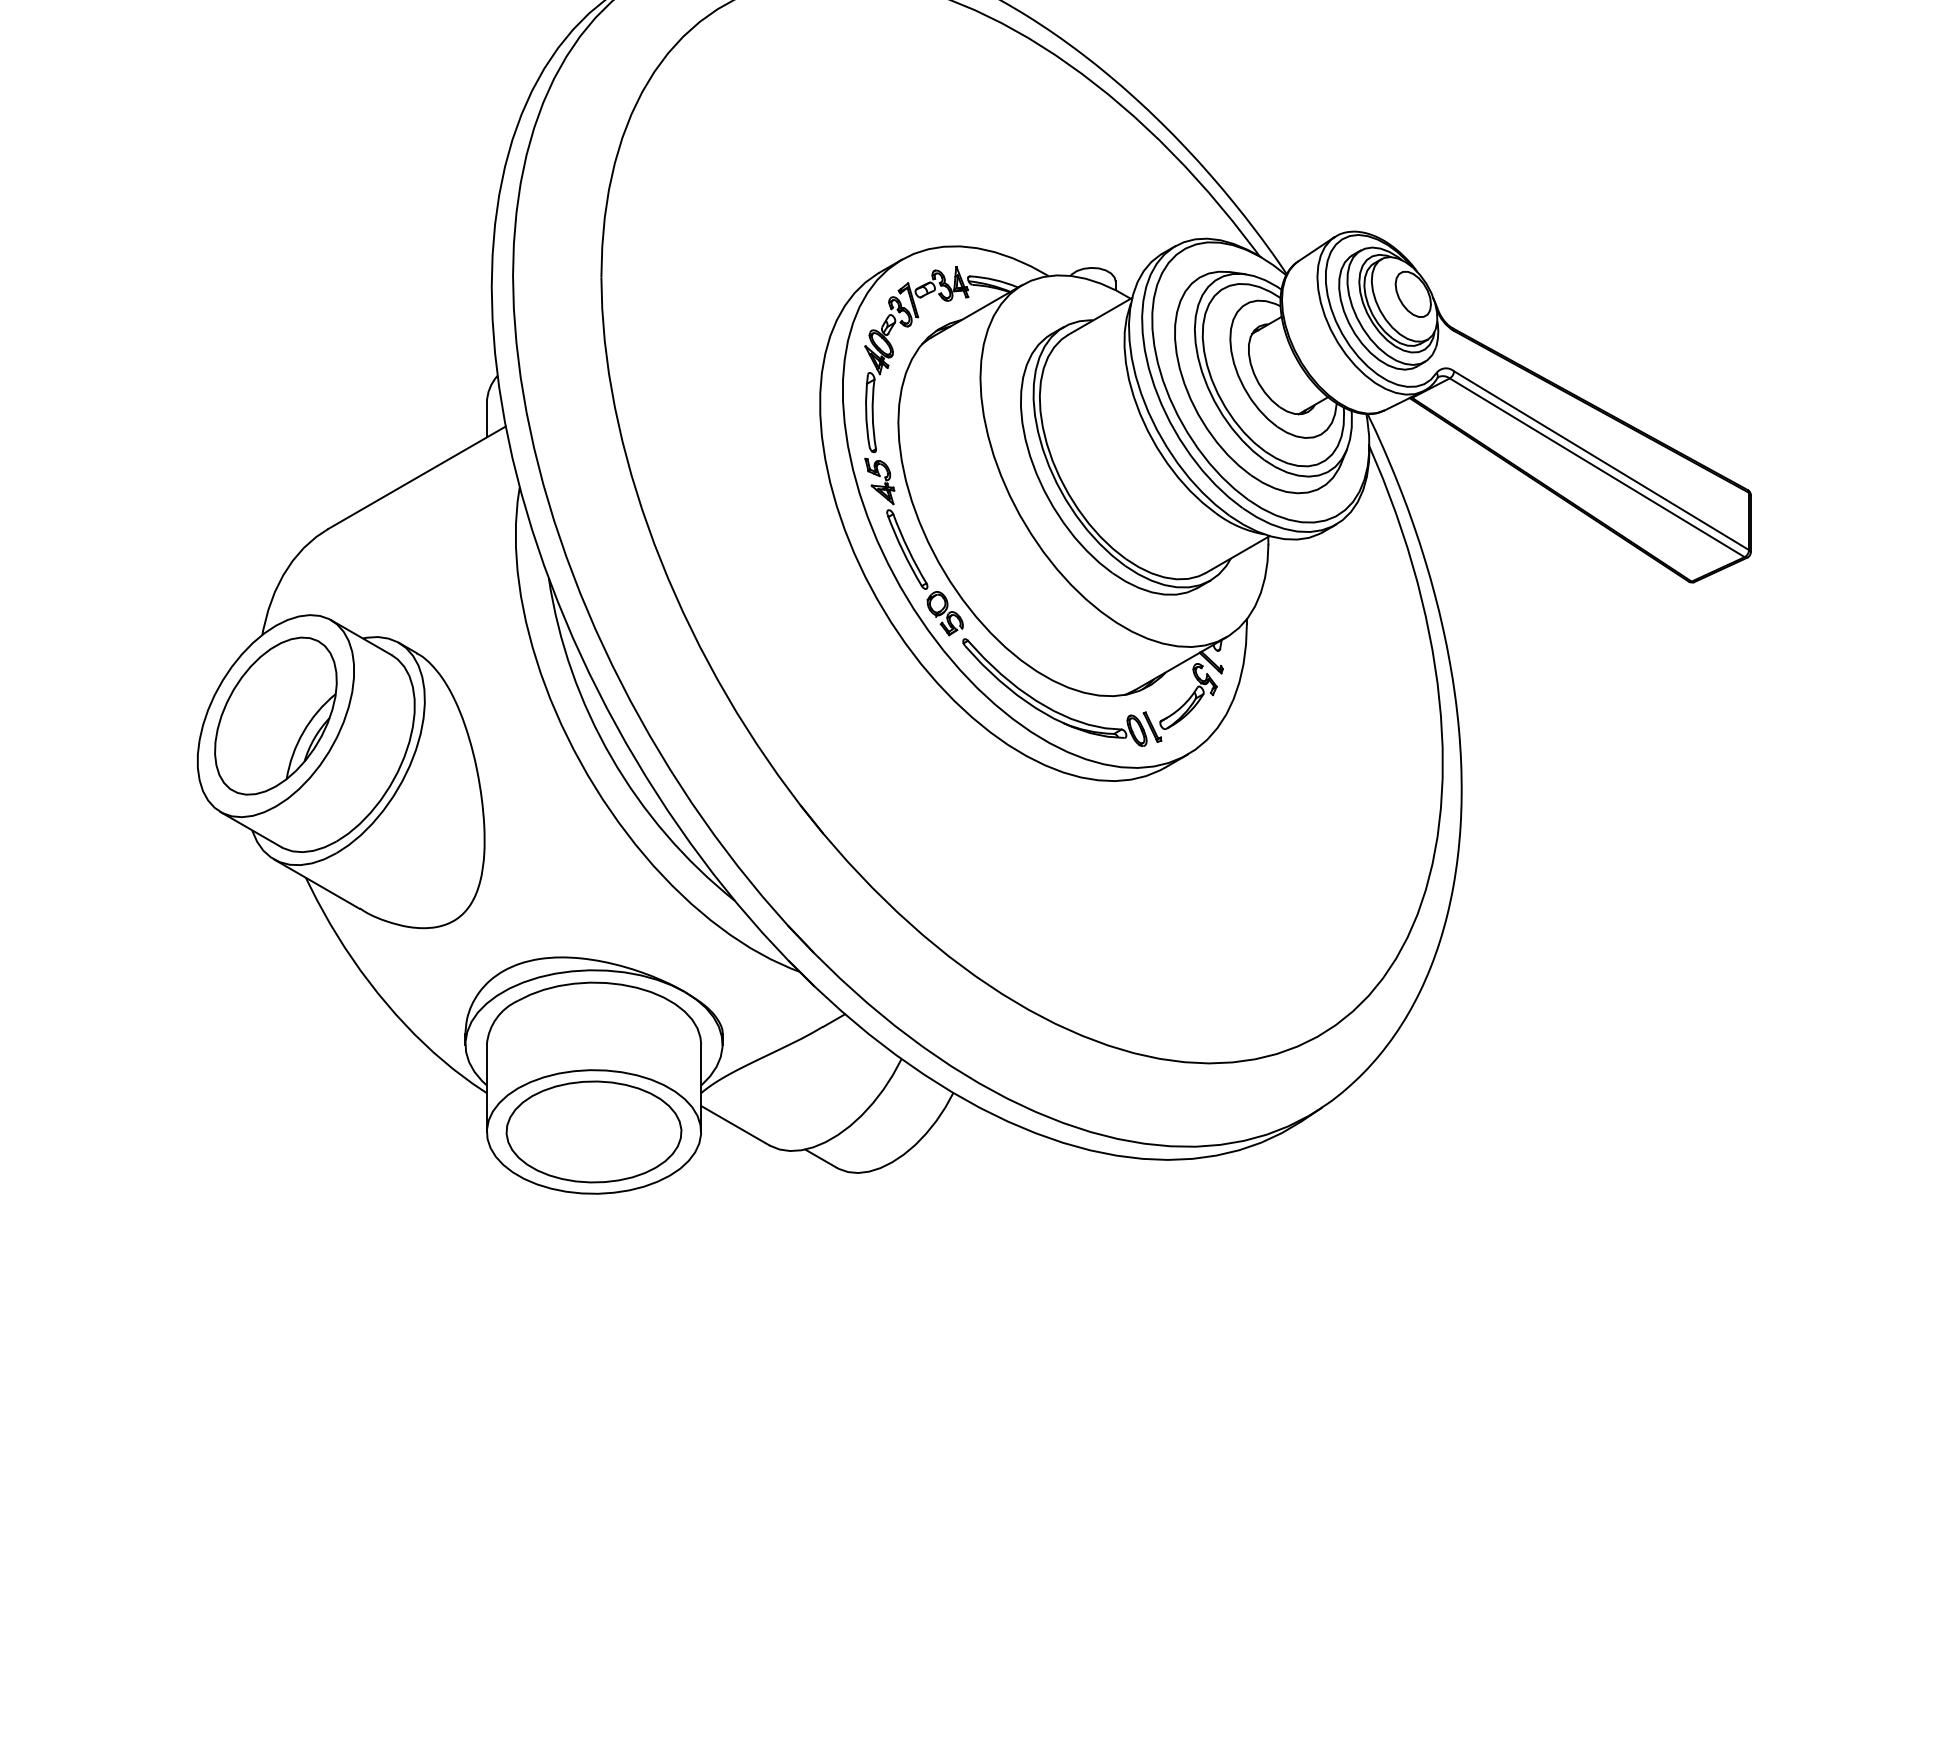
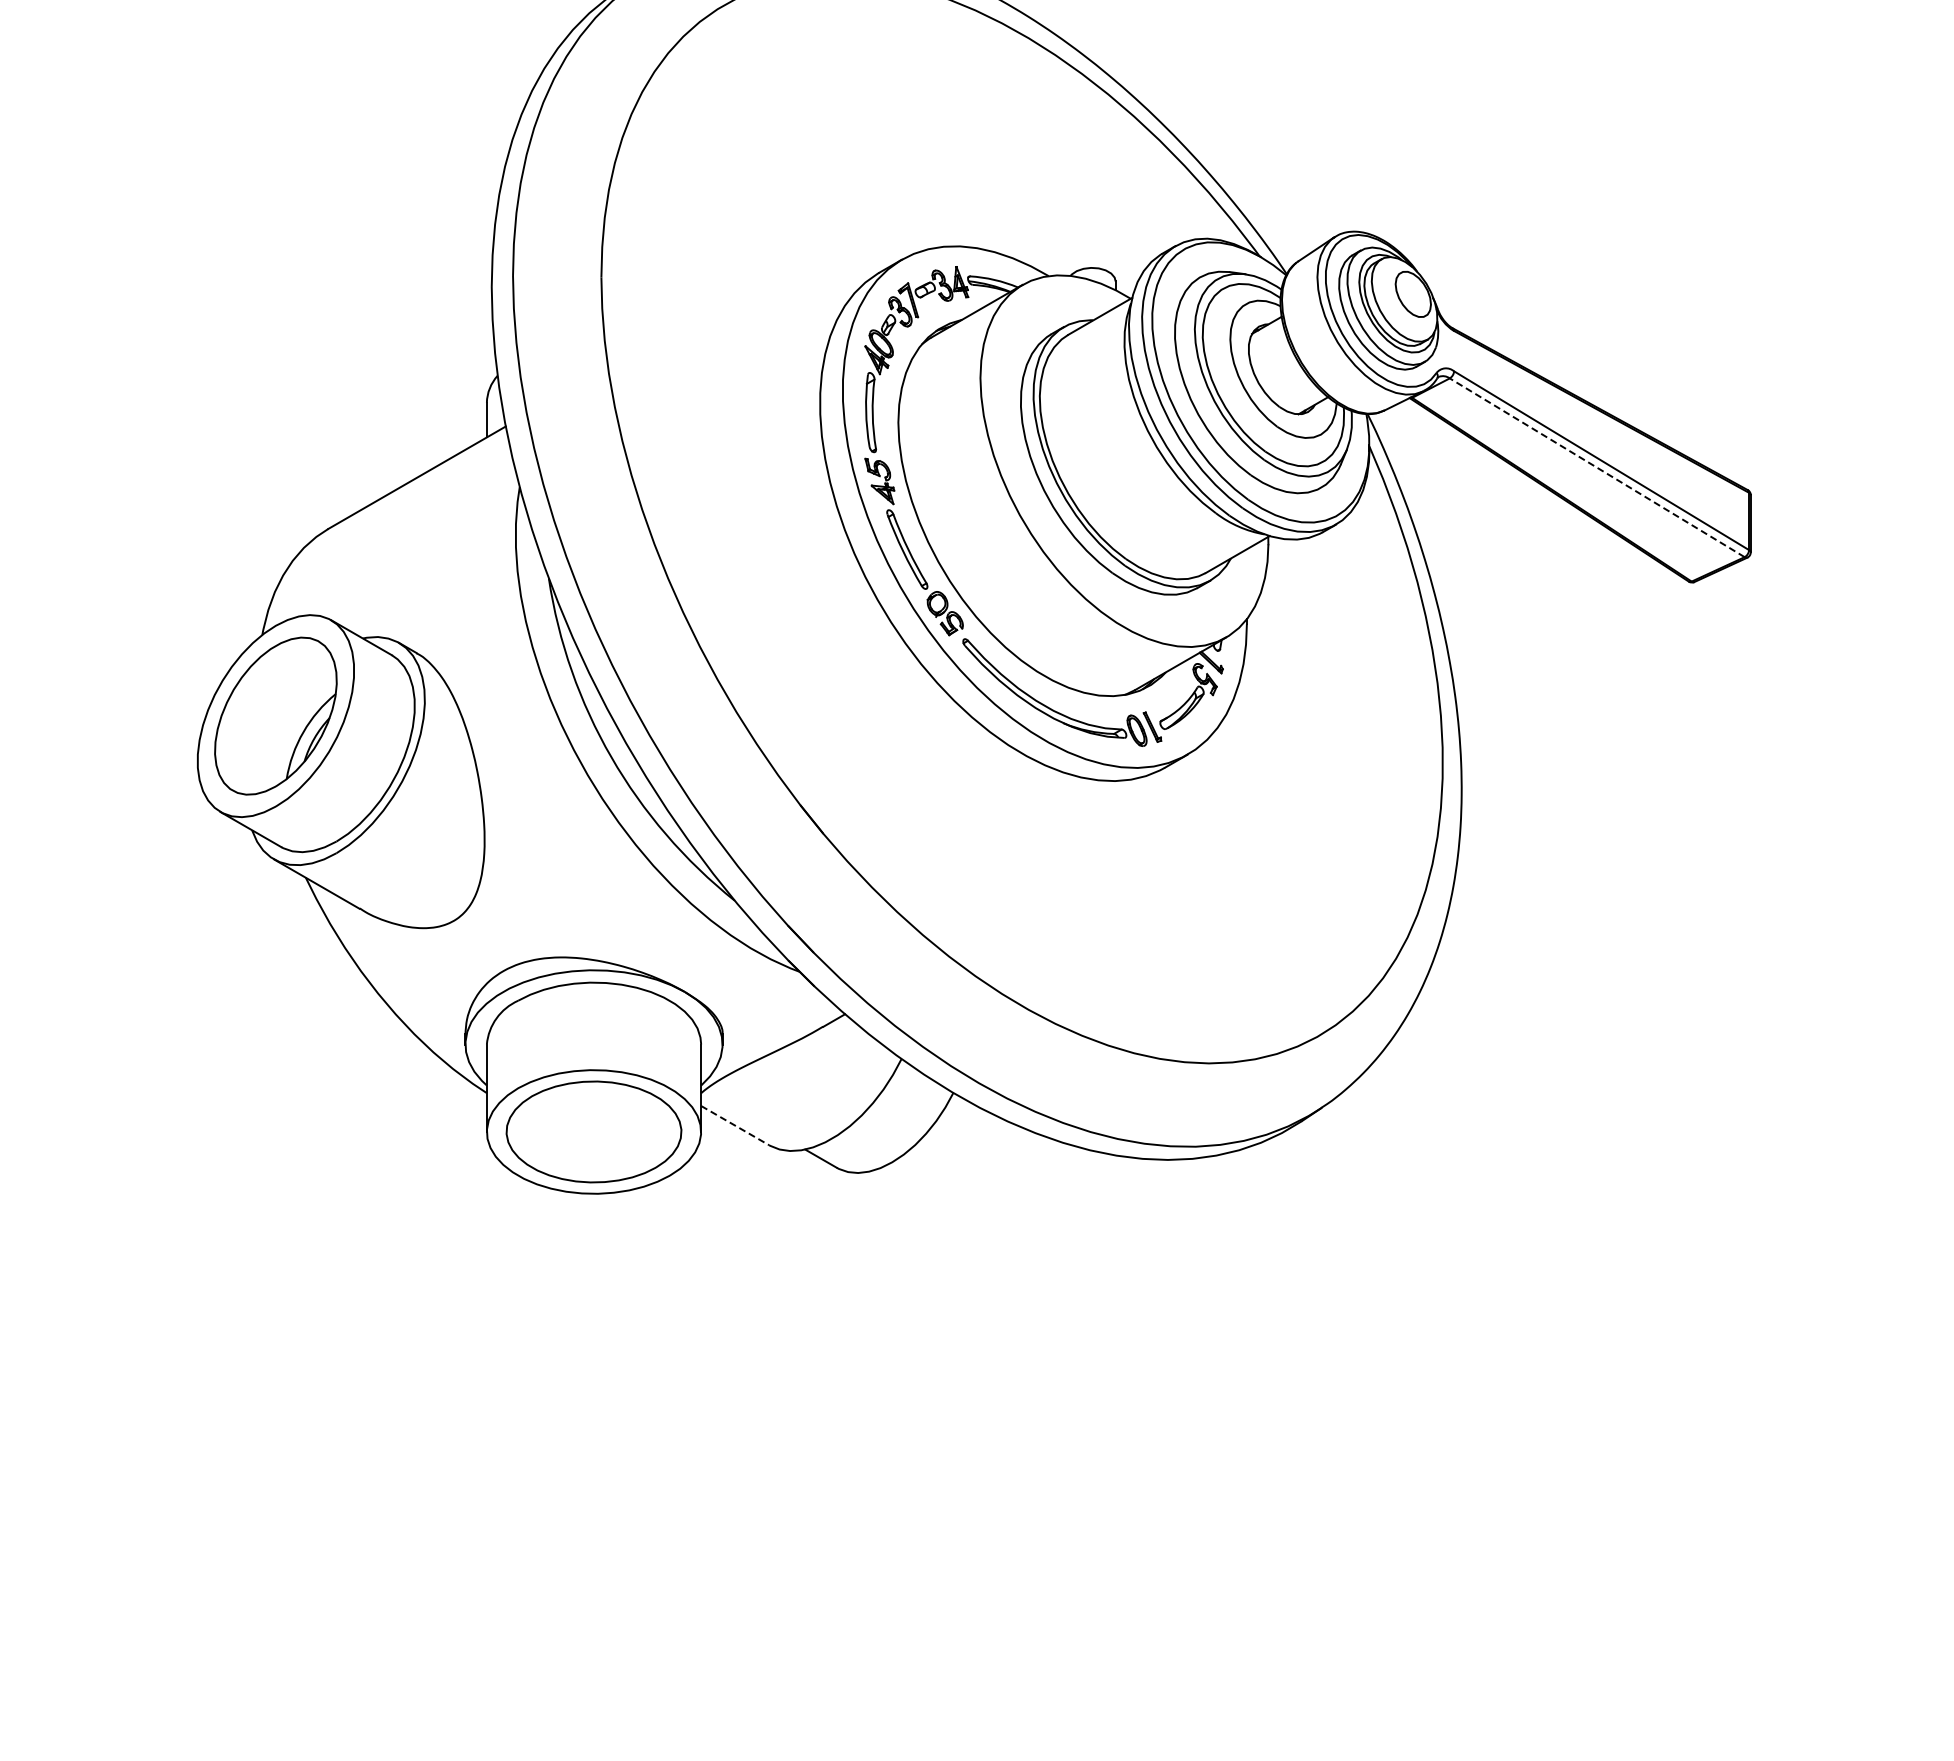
line at (1596, 467): solid -> dashed
line at (735, 1125): solid -> dashed
